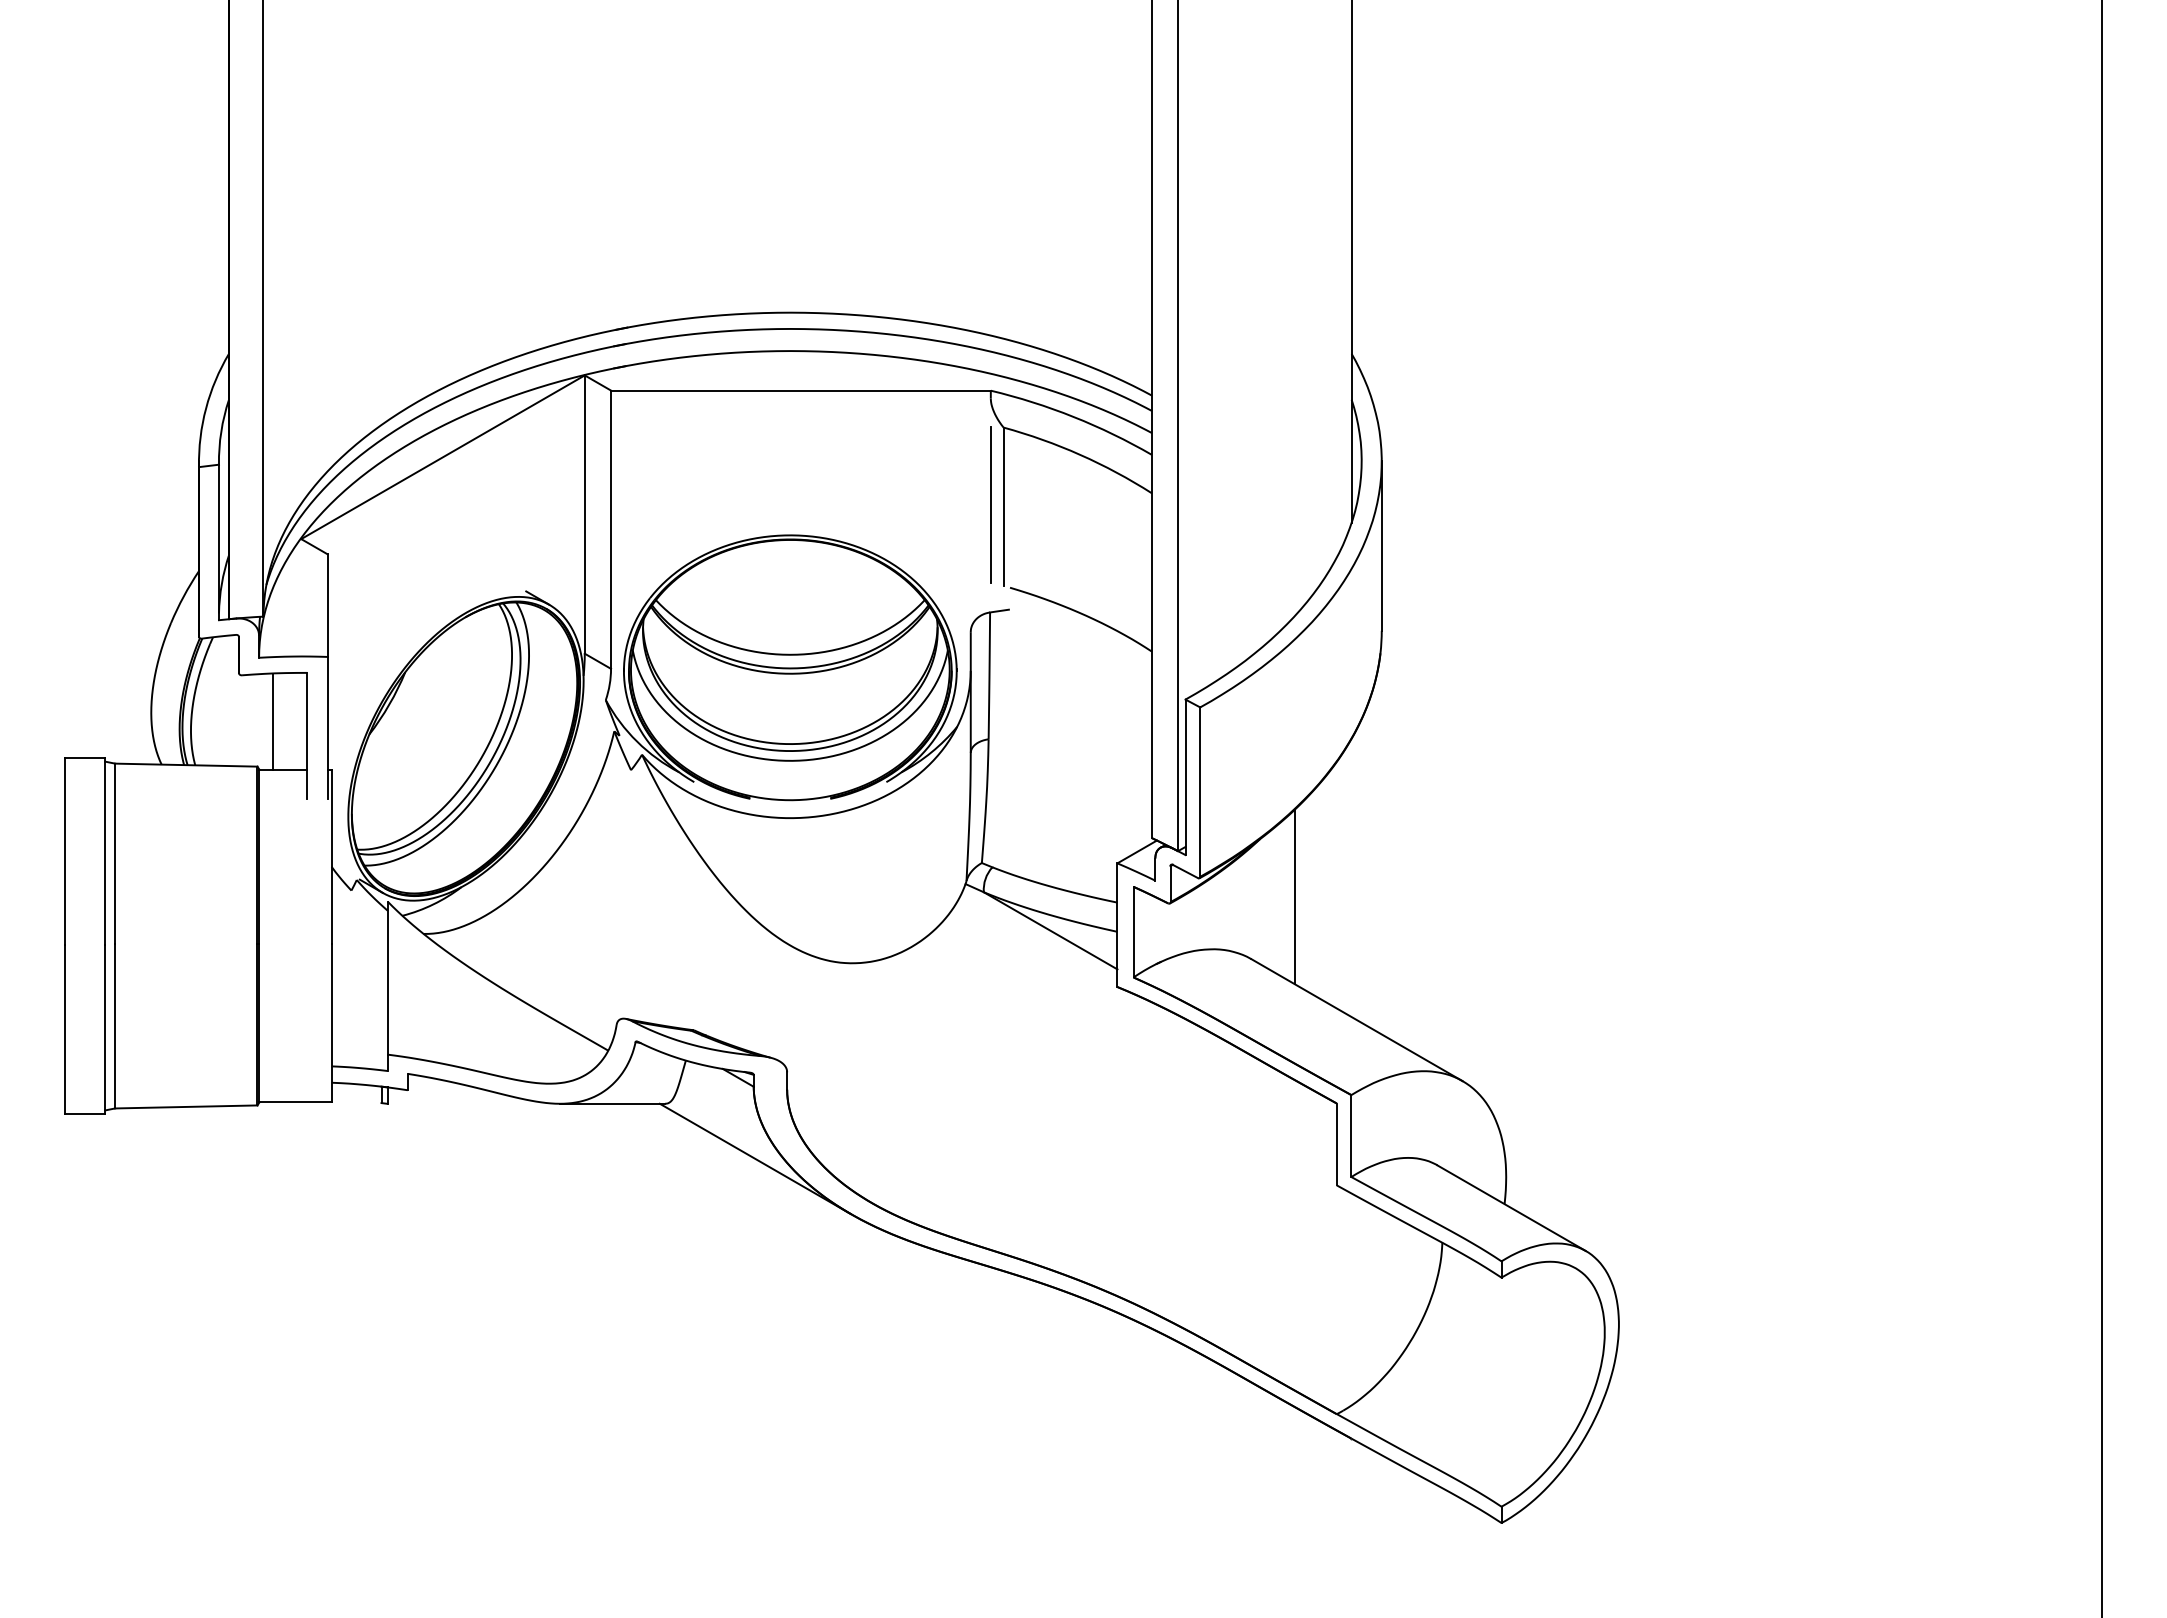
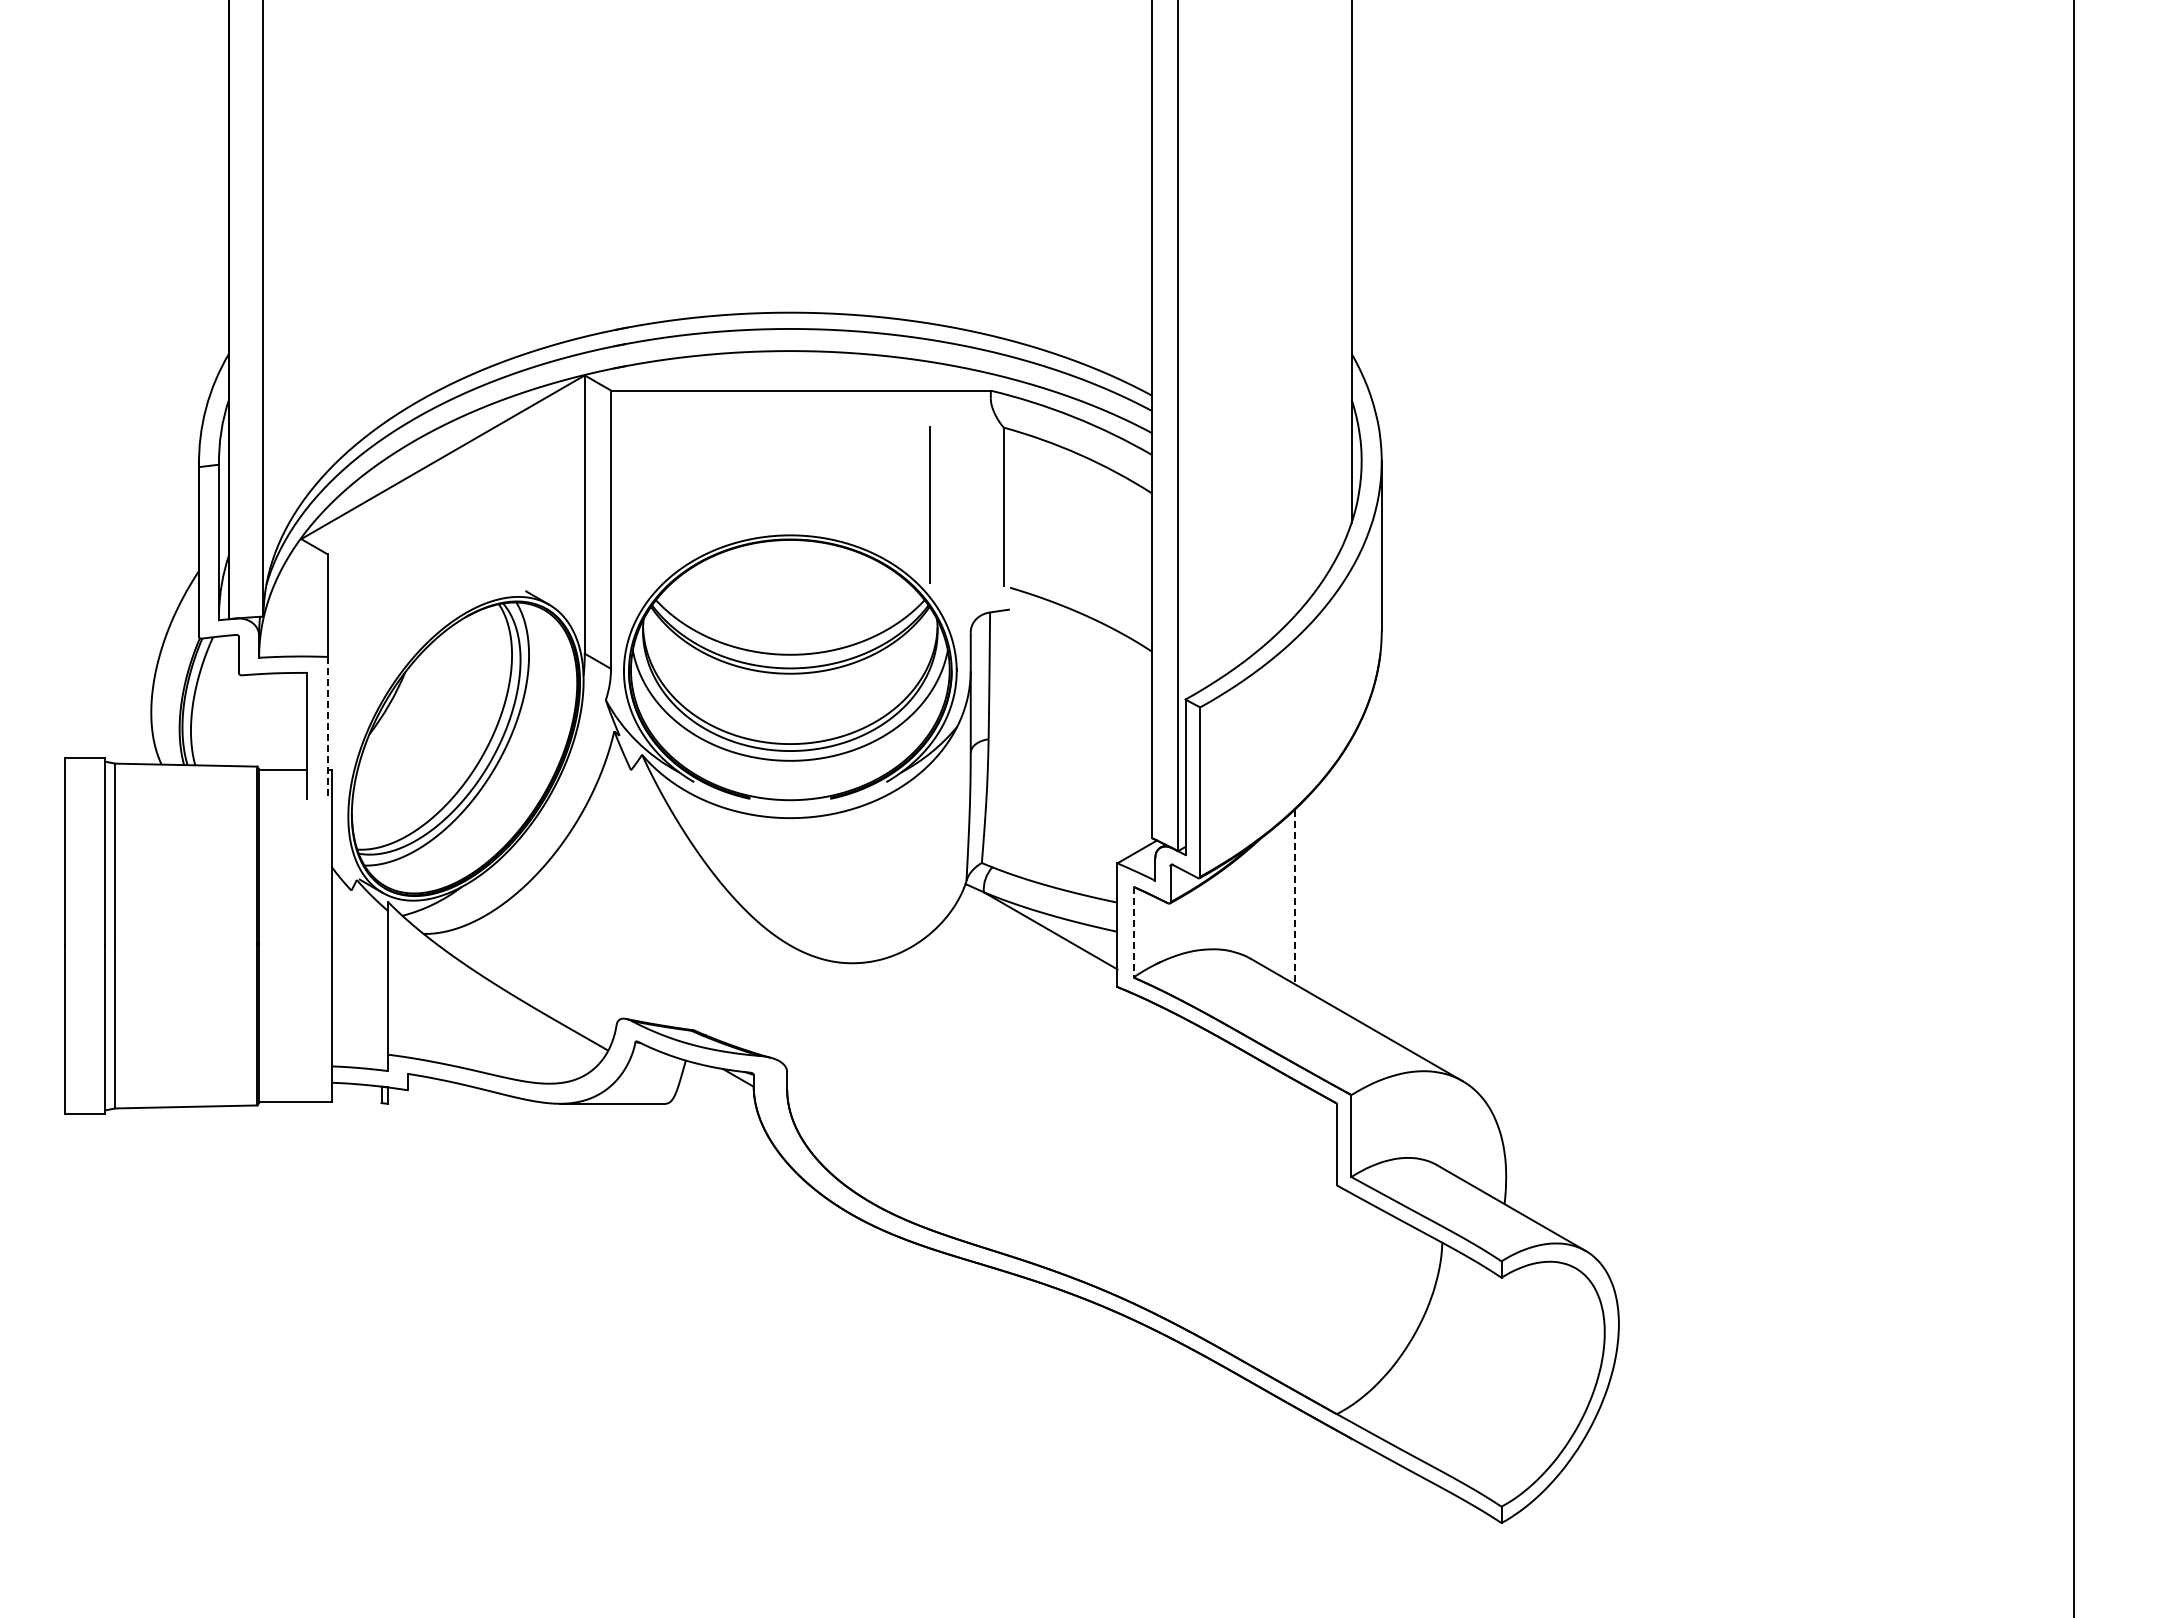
line at (990, 504) position: (990, 504) -> (929, 504)
line at (272, 721): present -> none
line at (327, 728): solid -> dashed
line at (2101, 808) position: (2101, 808) -> (2073, 808)
line at (1294, 897): solid -> dashed
line at (1133, 932): solid -> dashed
line at (754, 1158): present -> none
